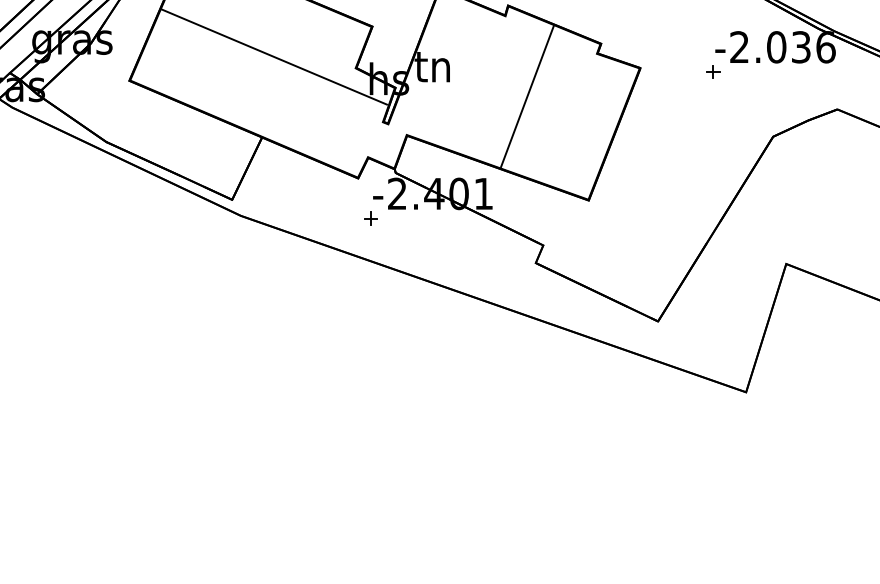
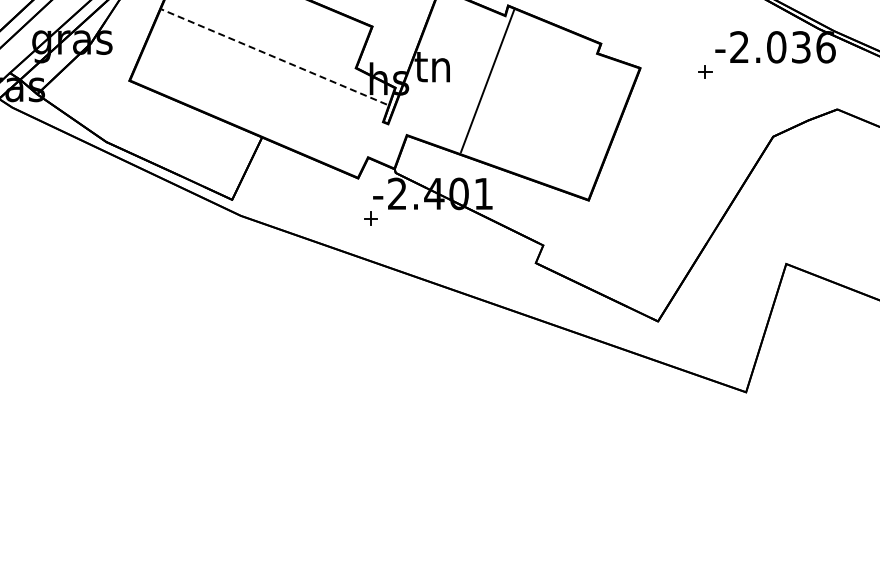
line at (273, 56): solid -> dashed
part at (713, 71) position: (713, 71) -> (705, 71)
line at (527, 96) position: (527, 96) -> (487, 81)
